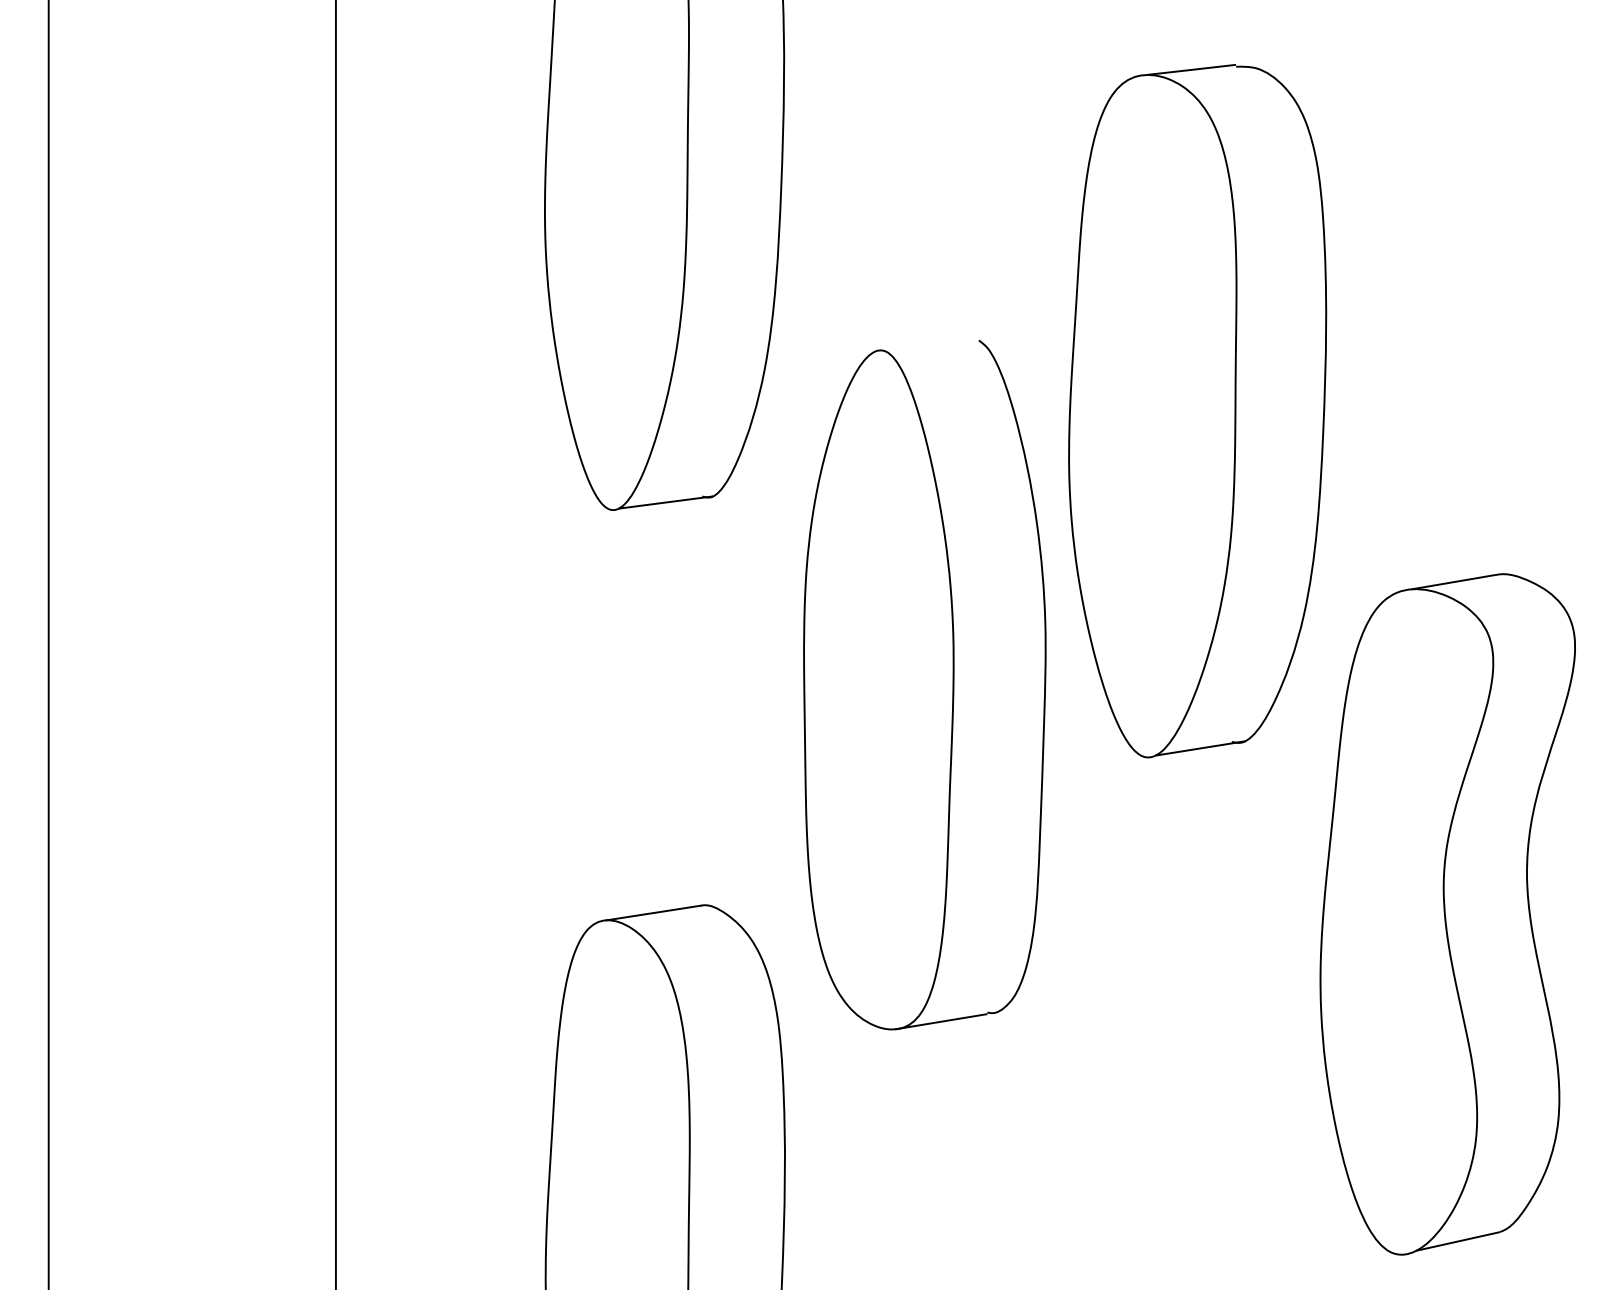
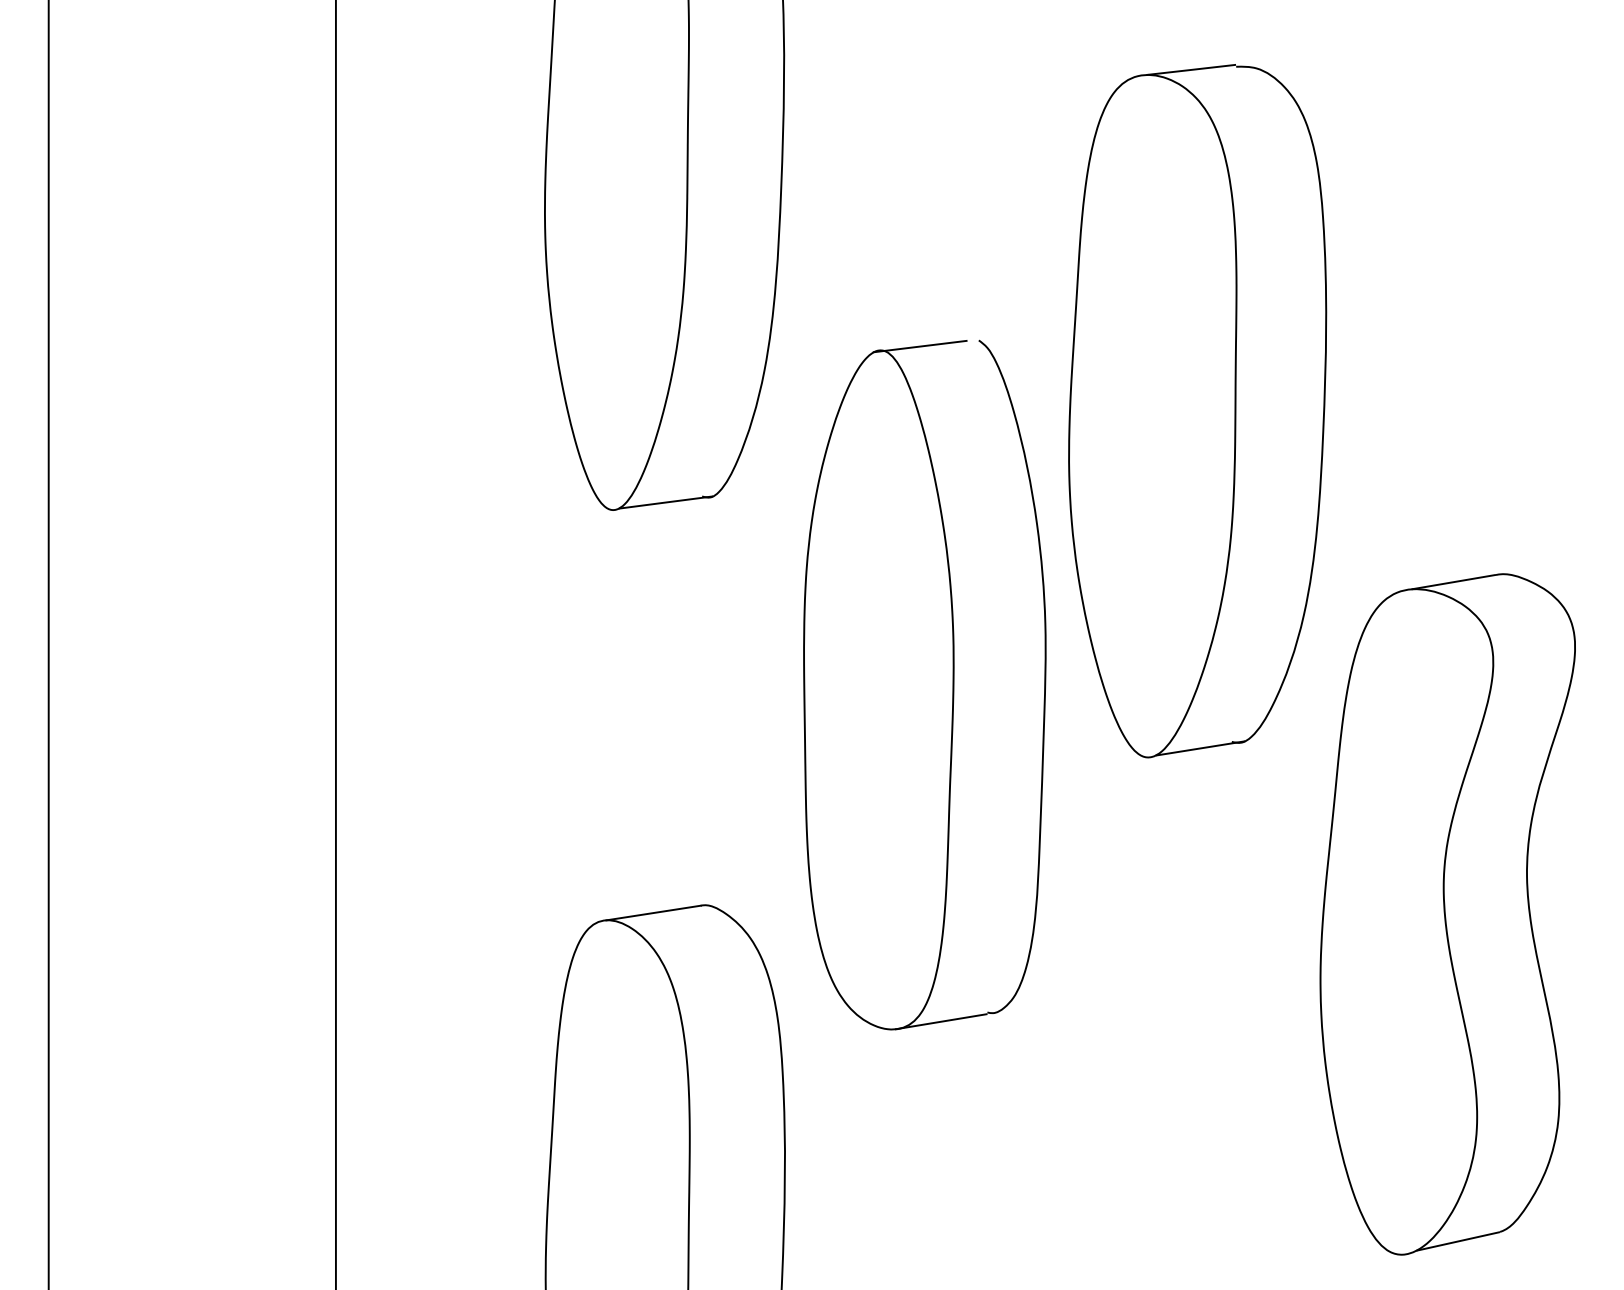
line at (919, 346): none -> present
